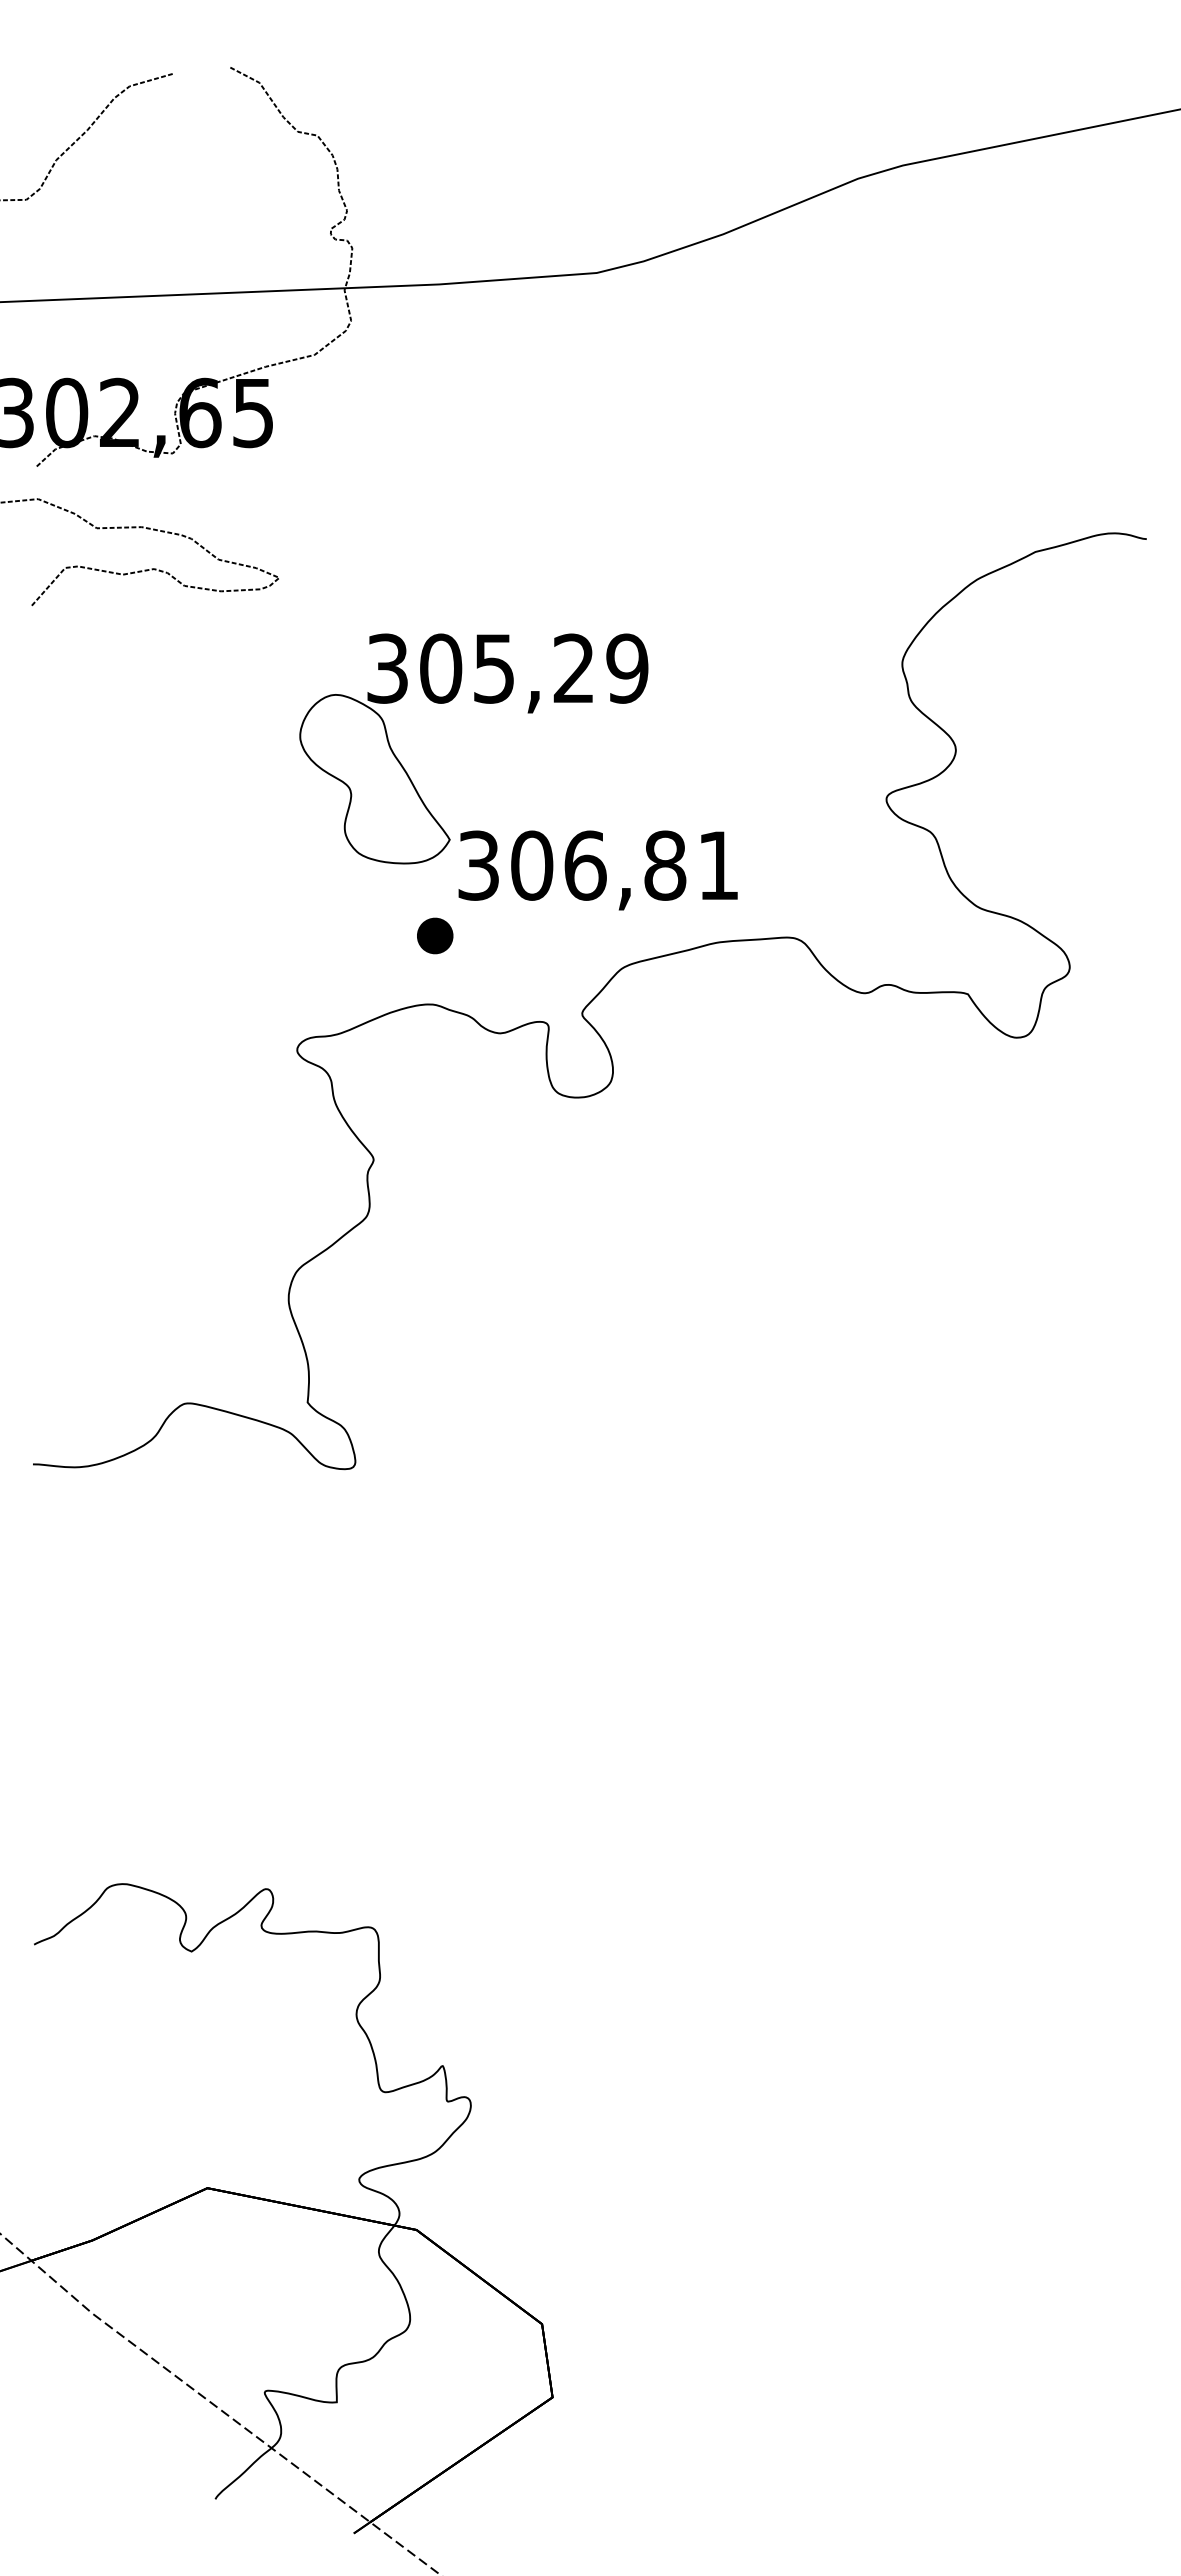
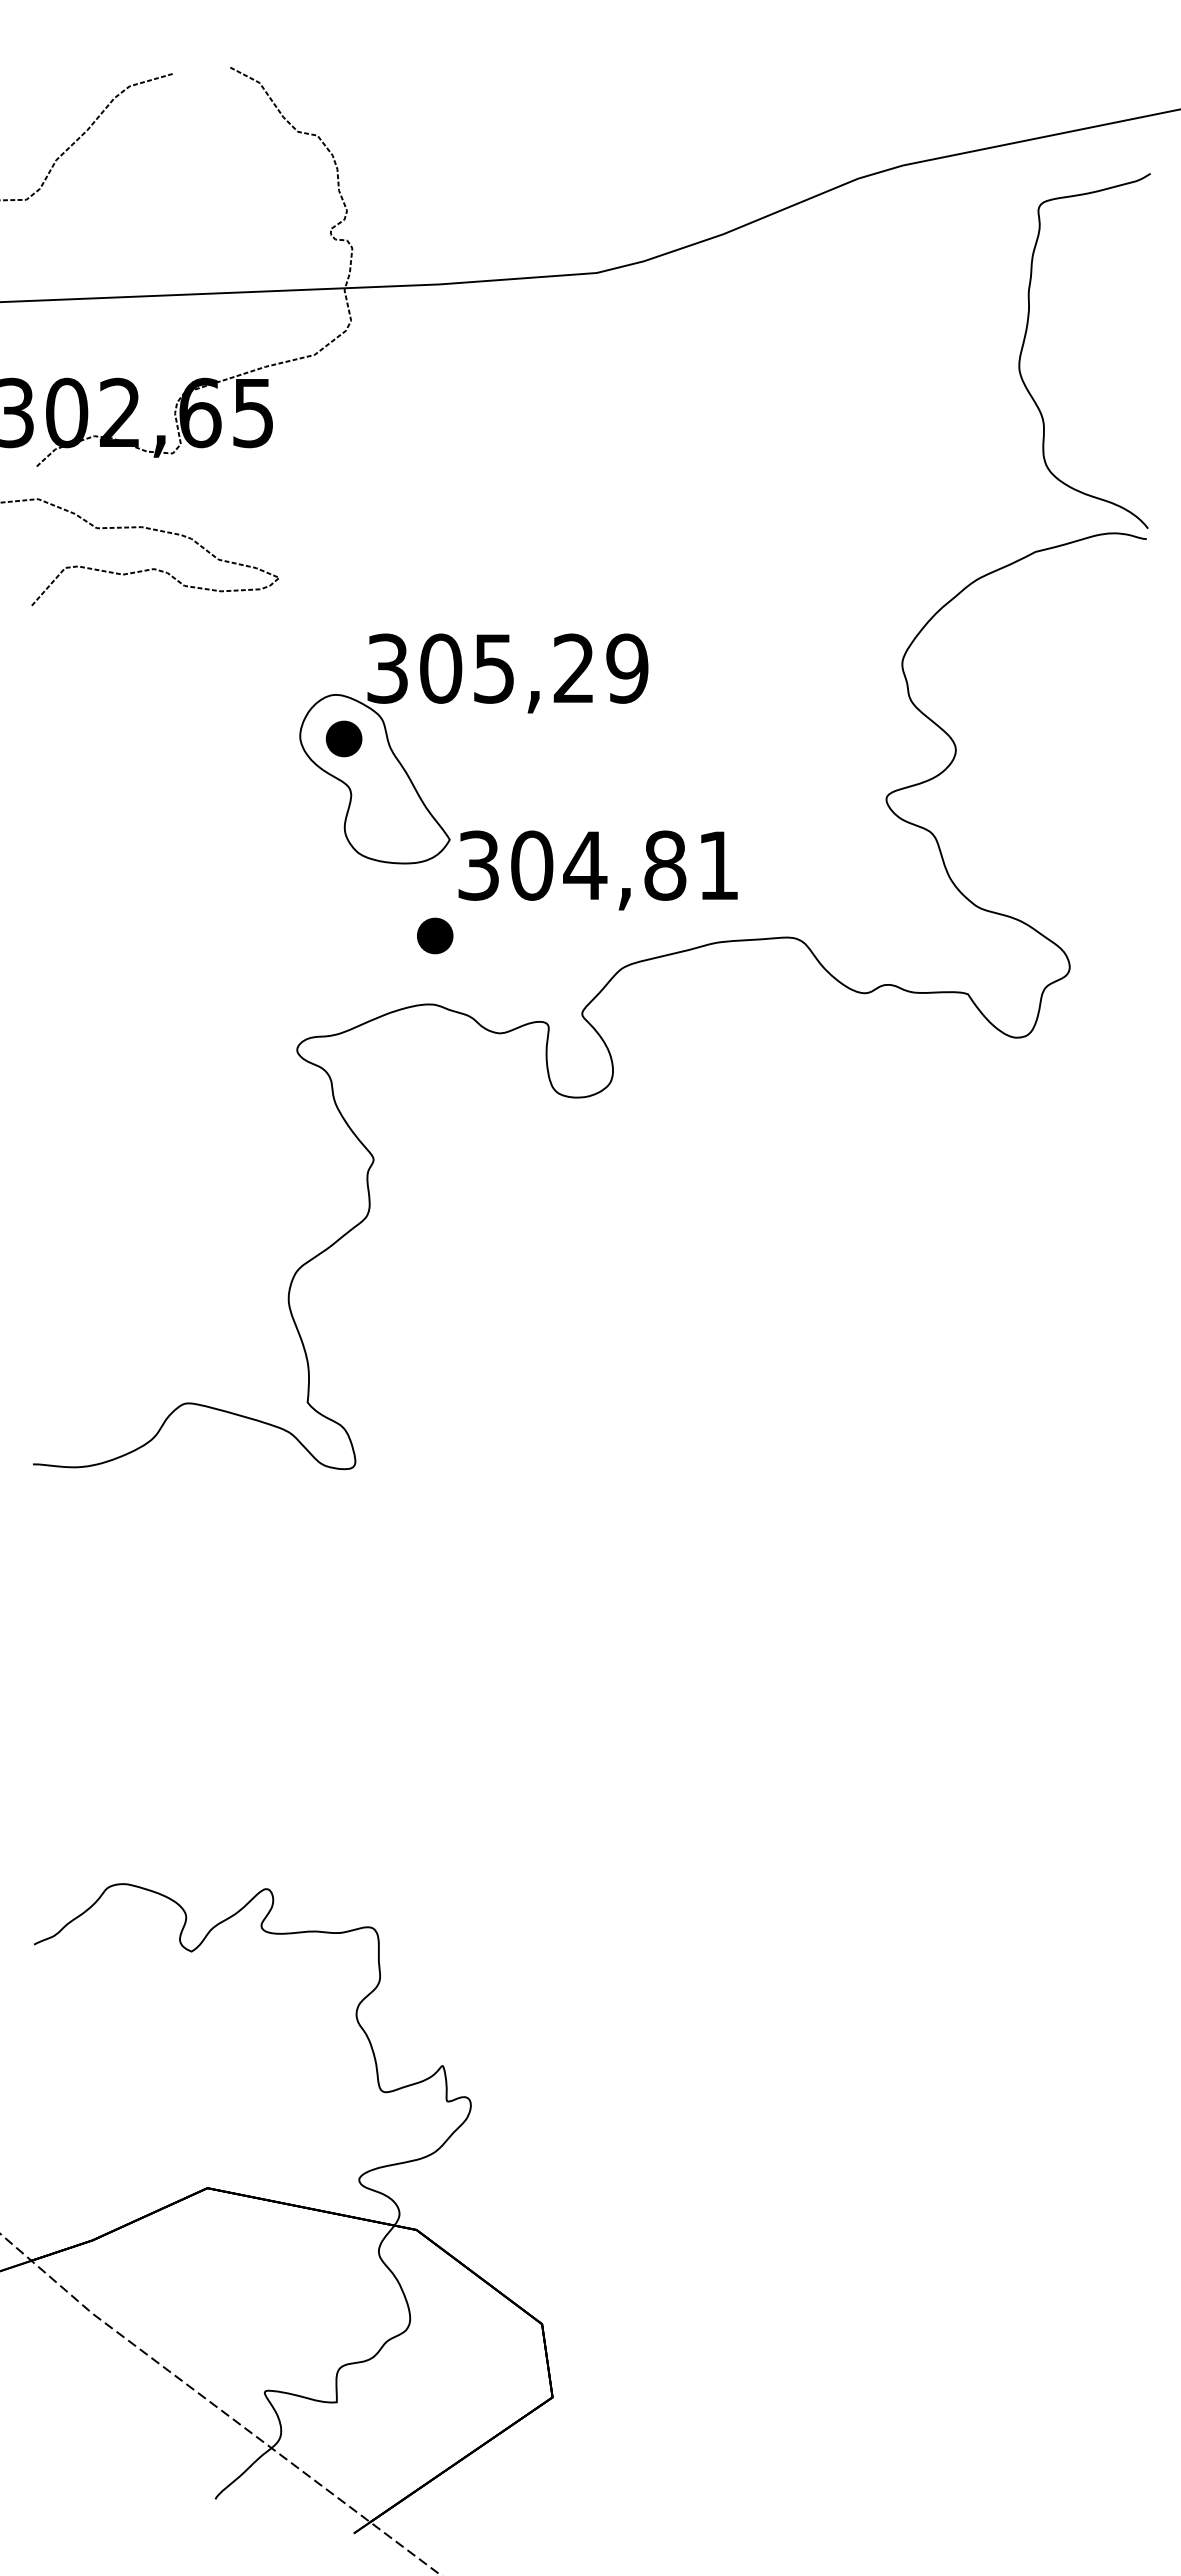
curve at (1026, 335): none -> present
part at (343, 738): none -> present
text at (585, 865): 306,81 -> 304,81
